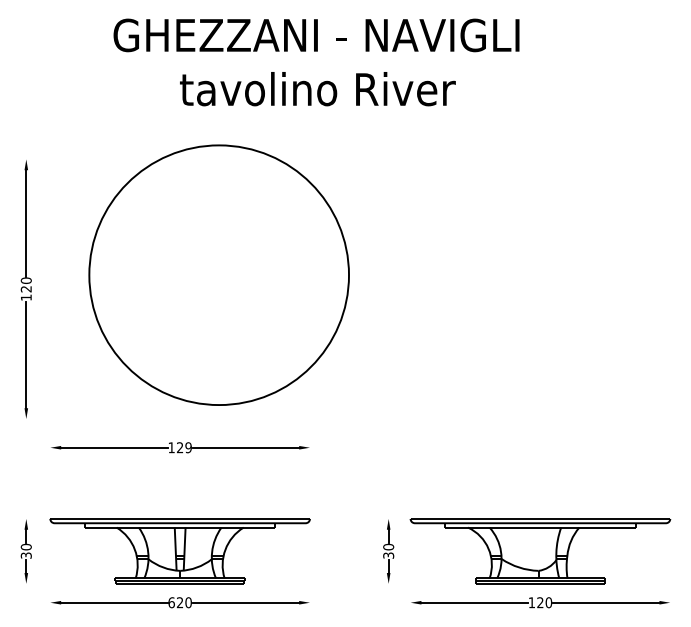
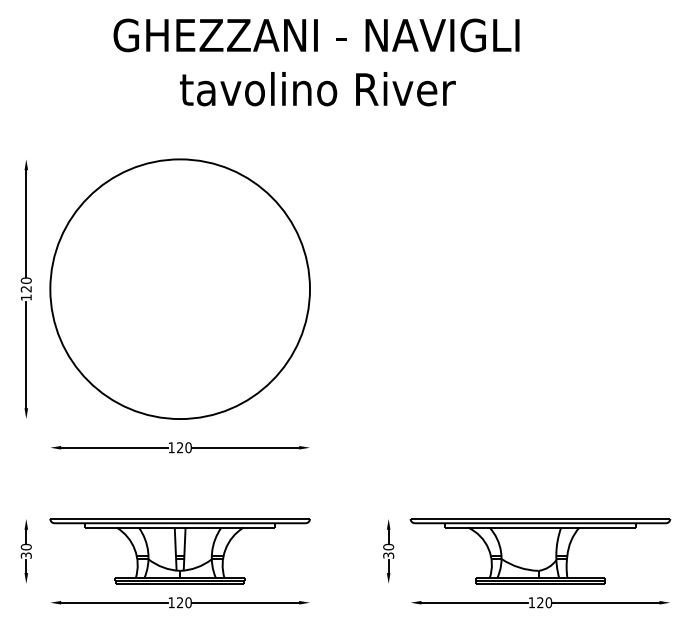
part at (218, 274) position: (218, 274) -> (179, 288)
text at (188, 447): 129 -> 120
text at (171, 602): 620 -> 120
